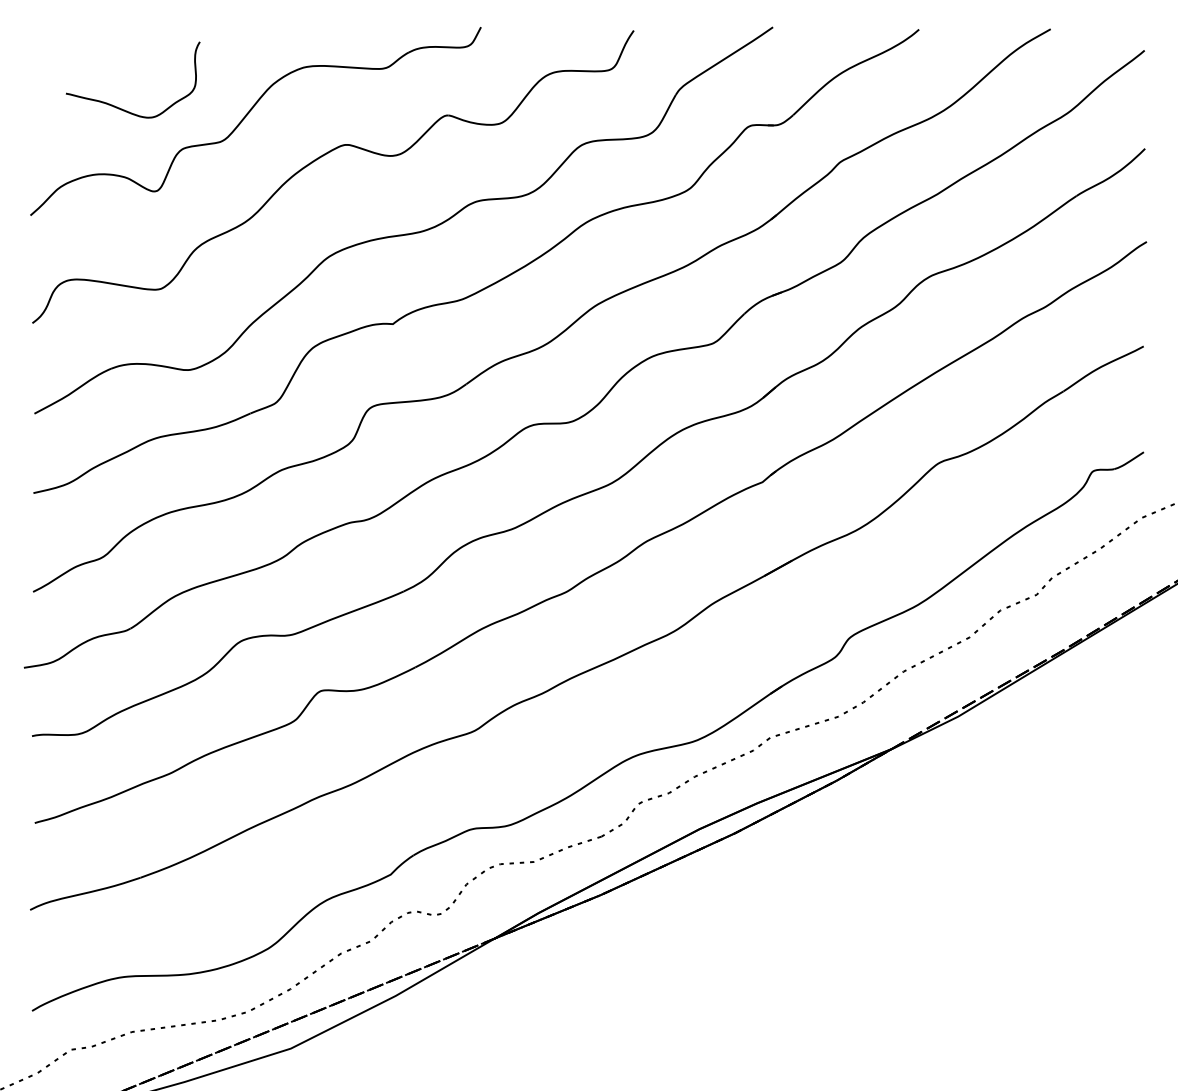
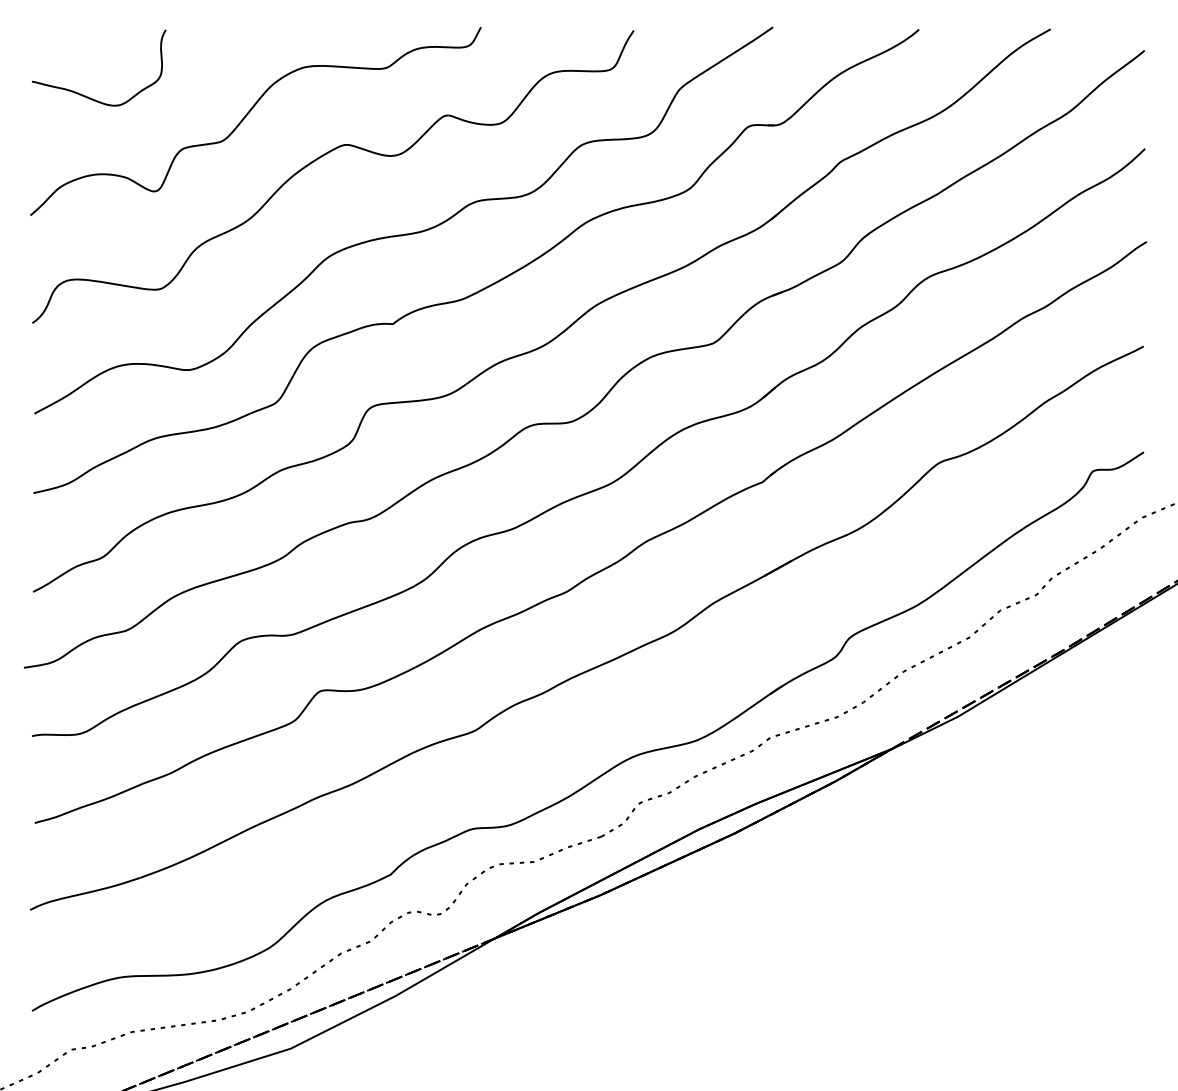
curve at (122, 108) position: (122, 108) -> (88, 96)
